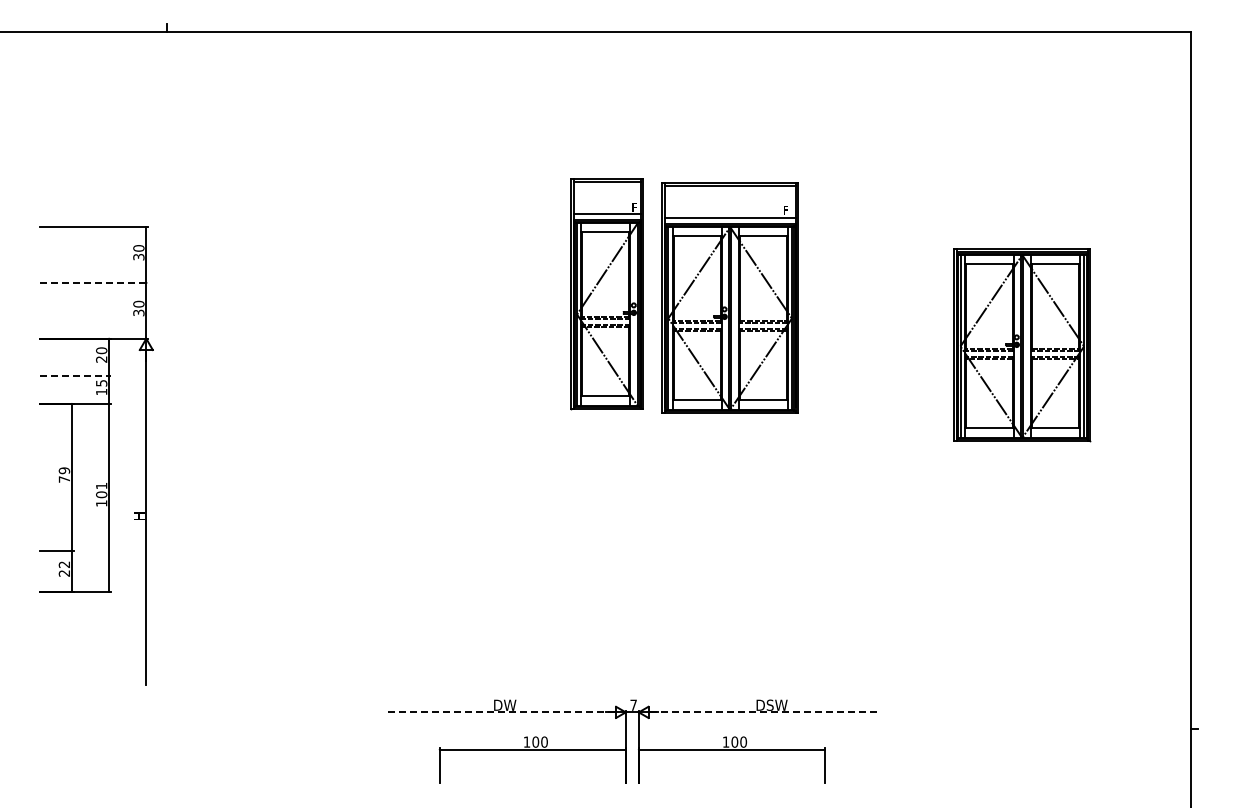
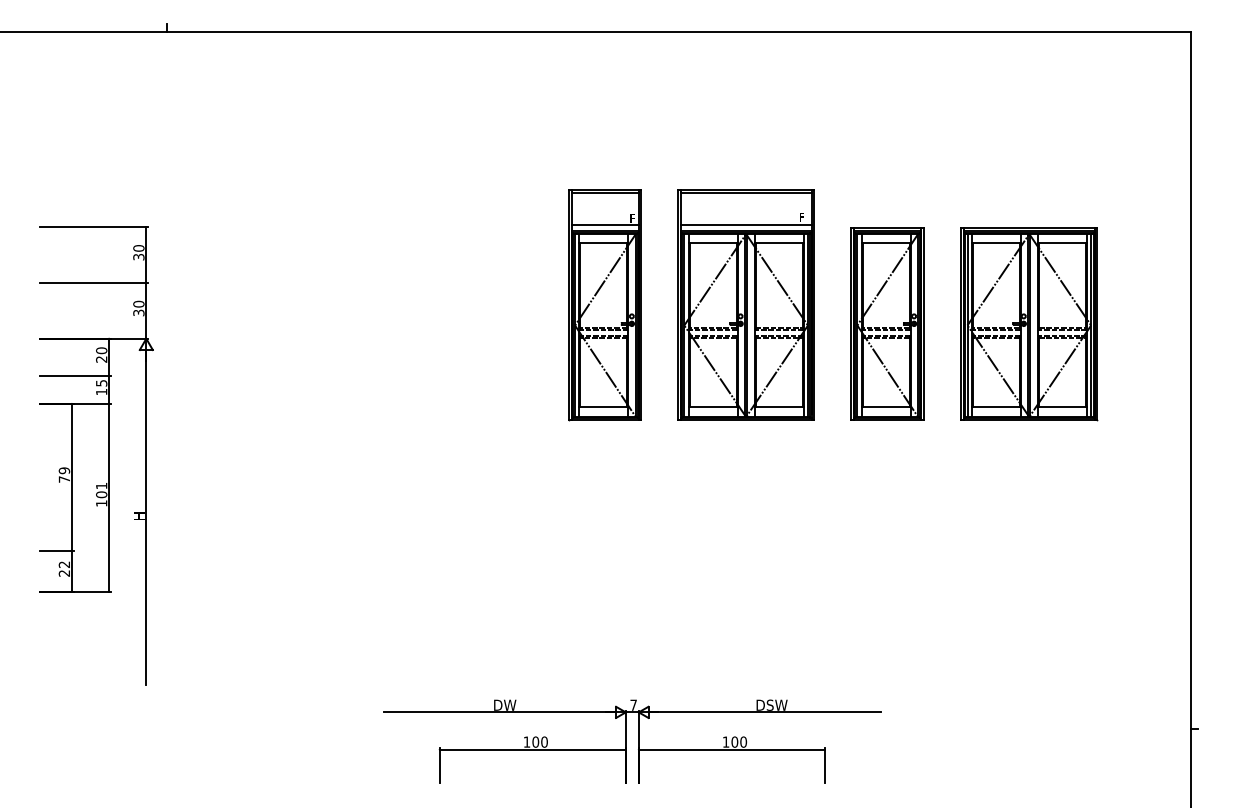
line at (94, 282): dashed -> solid
part at (606, 294) position: (606, 294) -> (604, 305)
part at (729, 297) position: (729, 297) -> (745, 304)
part at (887, 323): none -> present
part at (1022, 345) position: (1022, 345) -> (1029, 324)
line at (76, 375): dashed -> solid
line at (498, 712): dashed -> solid
line at (765, 712): dashed -> solid
